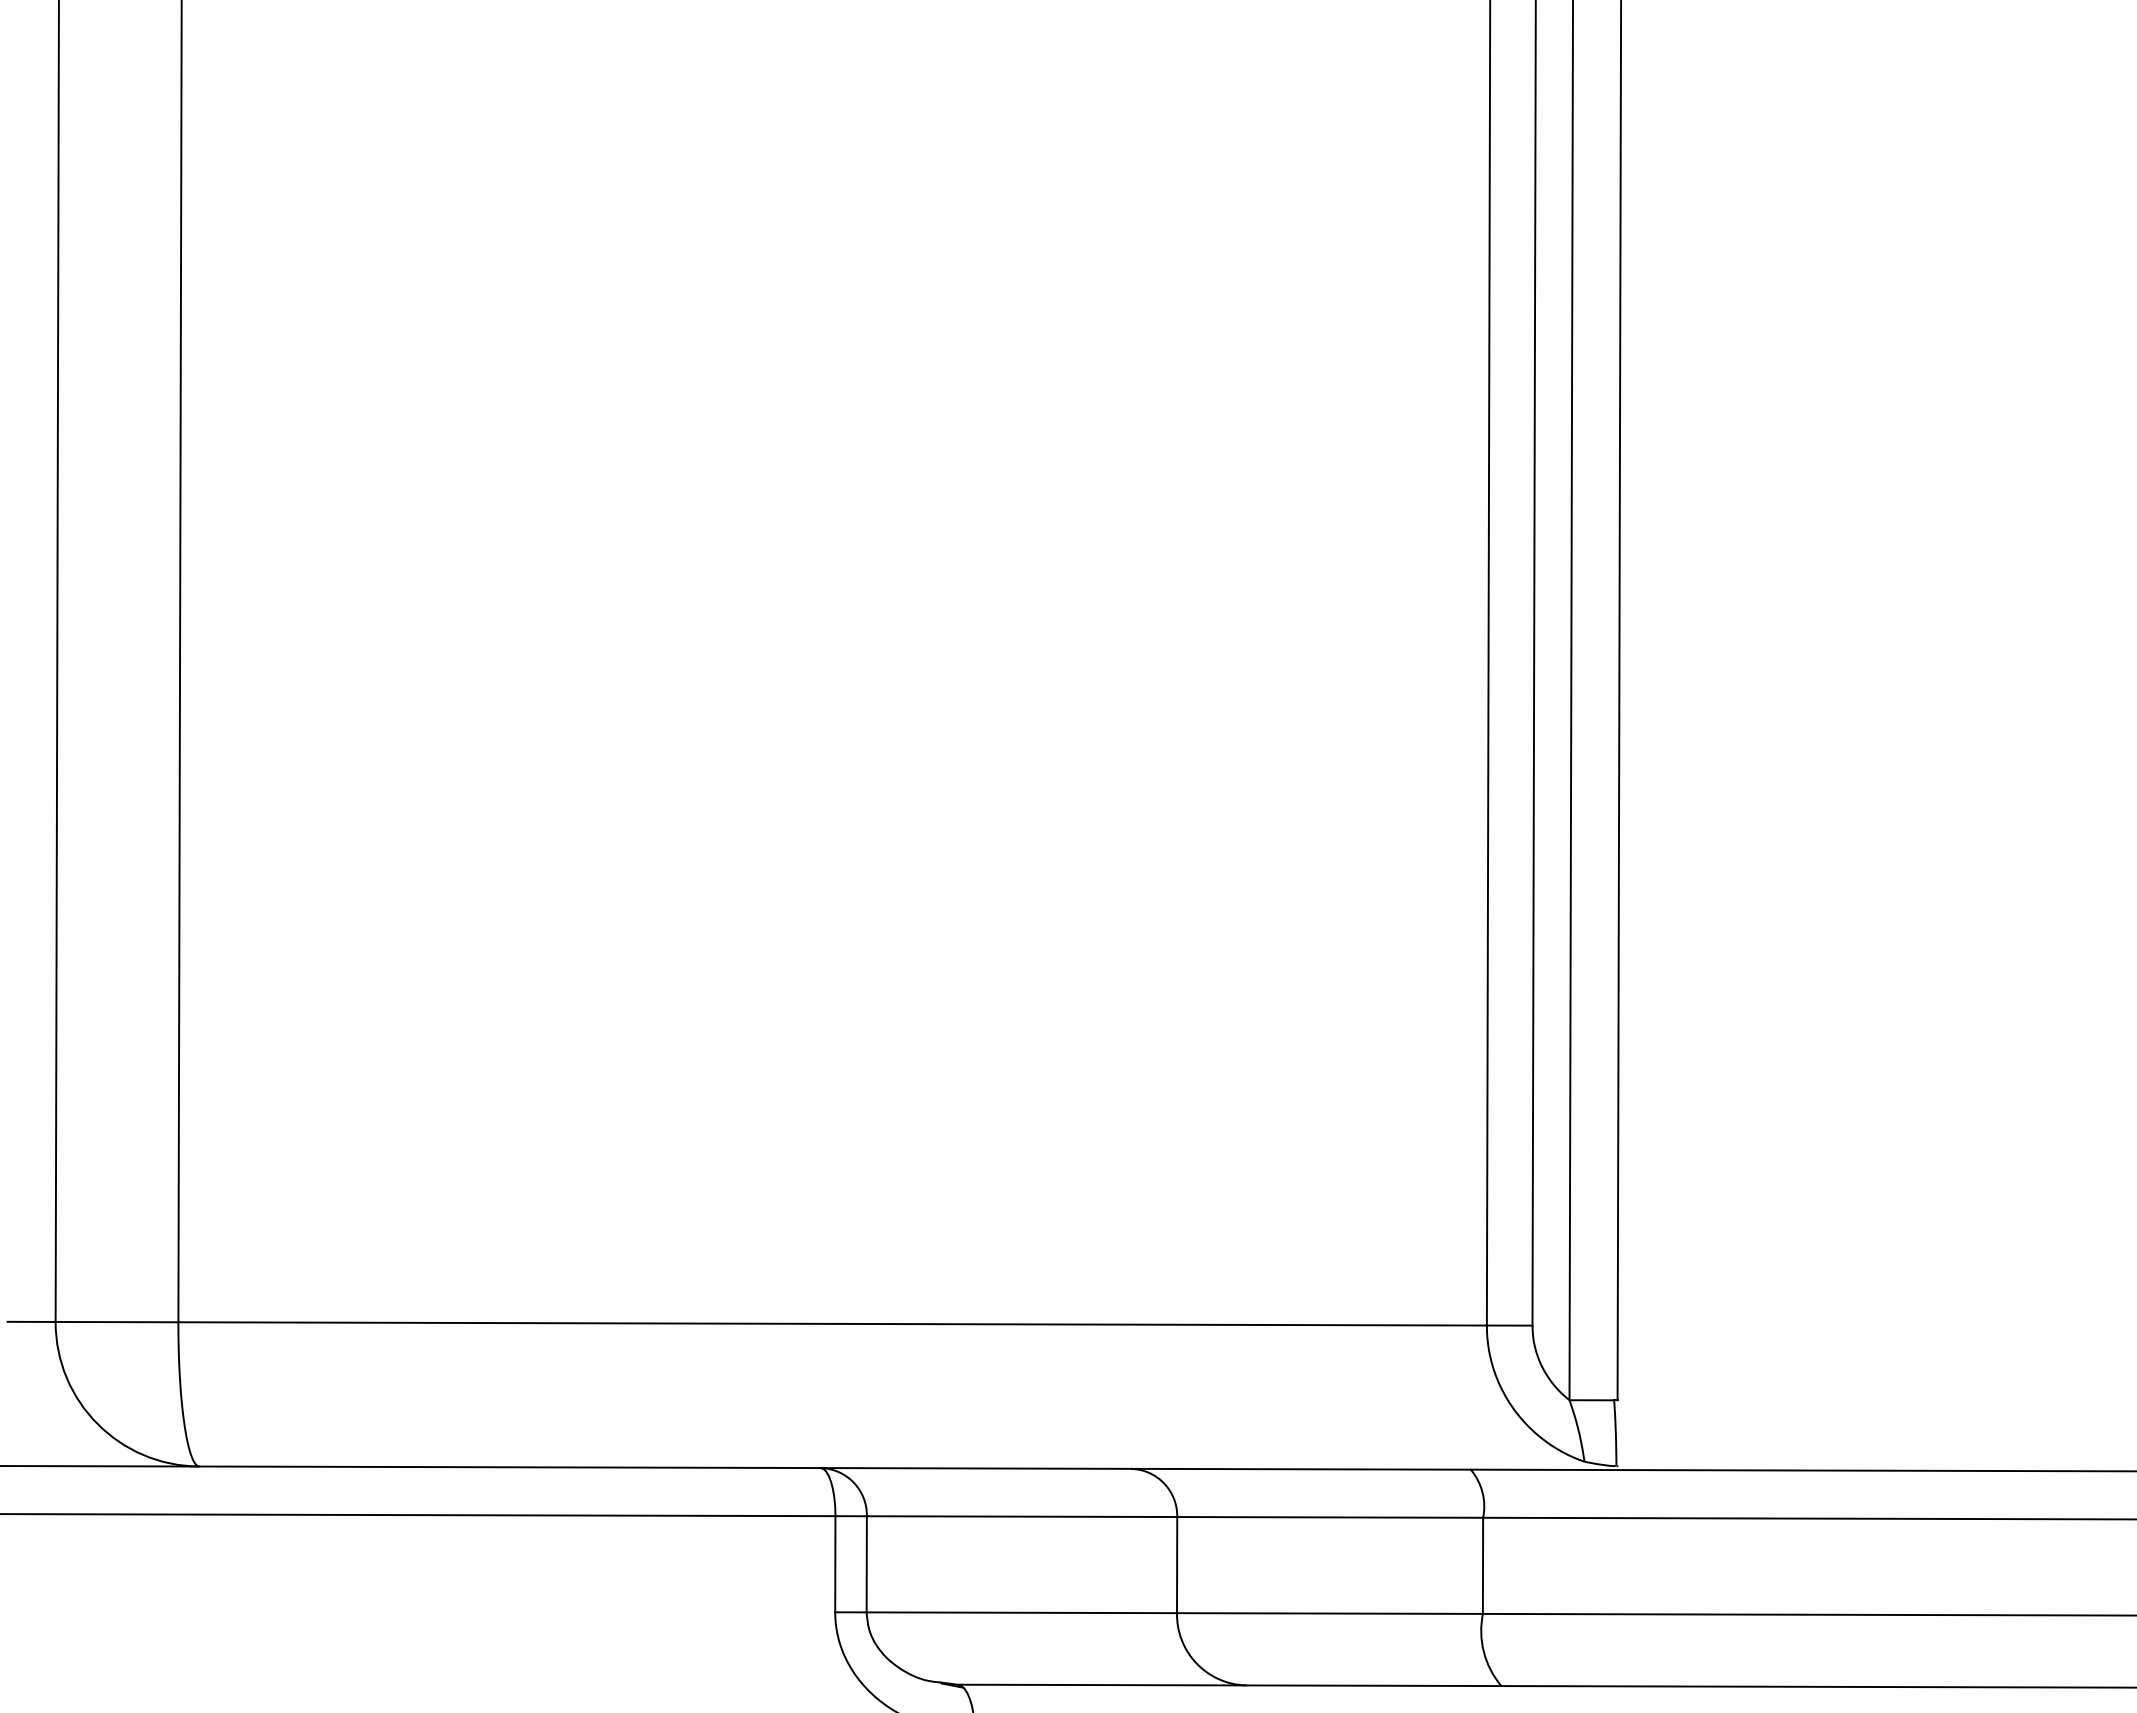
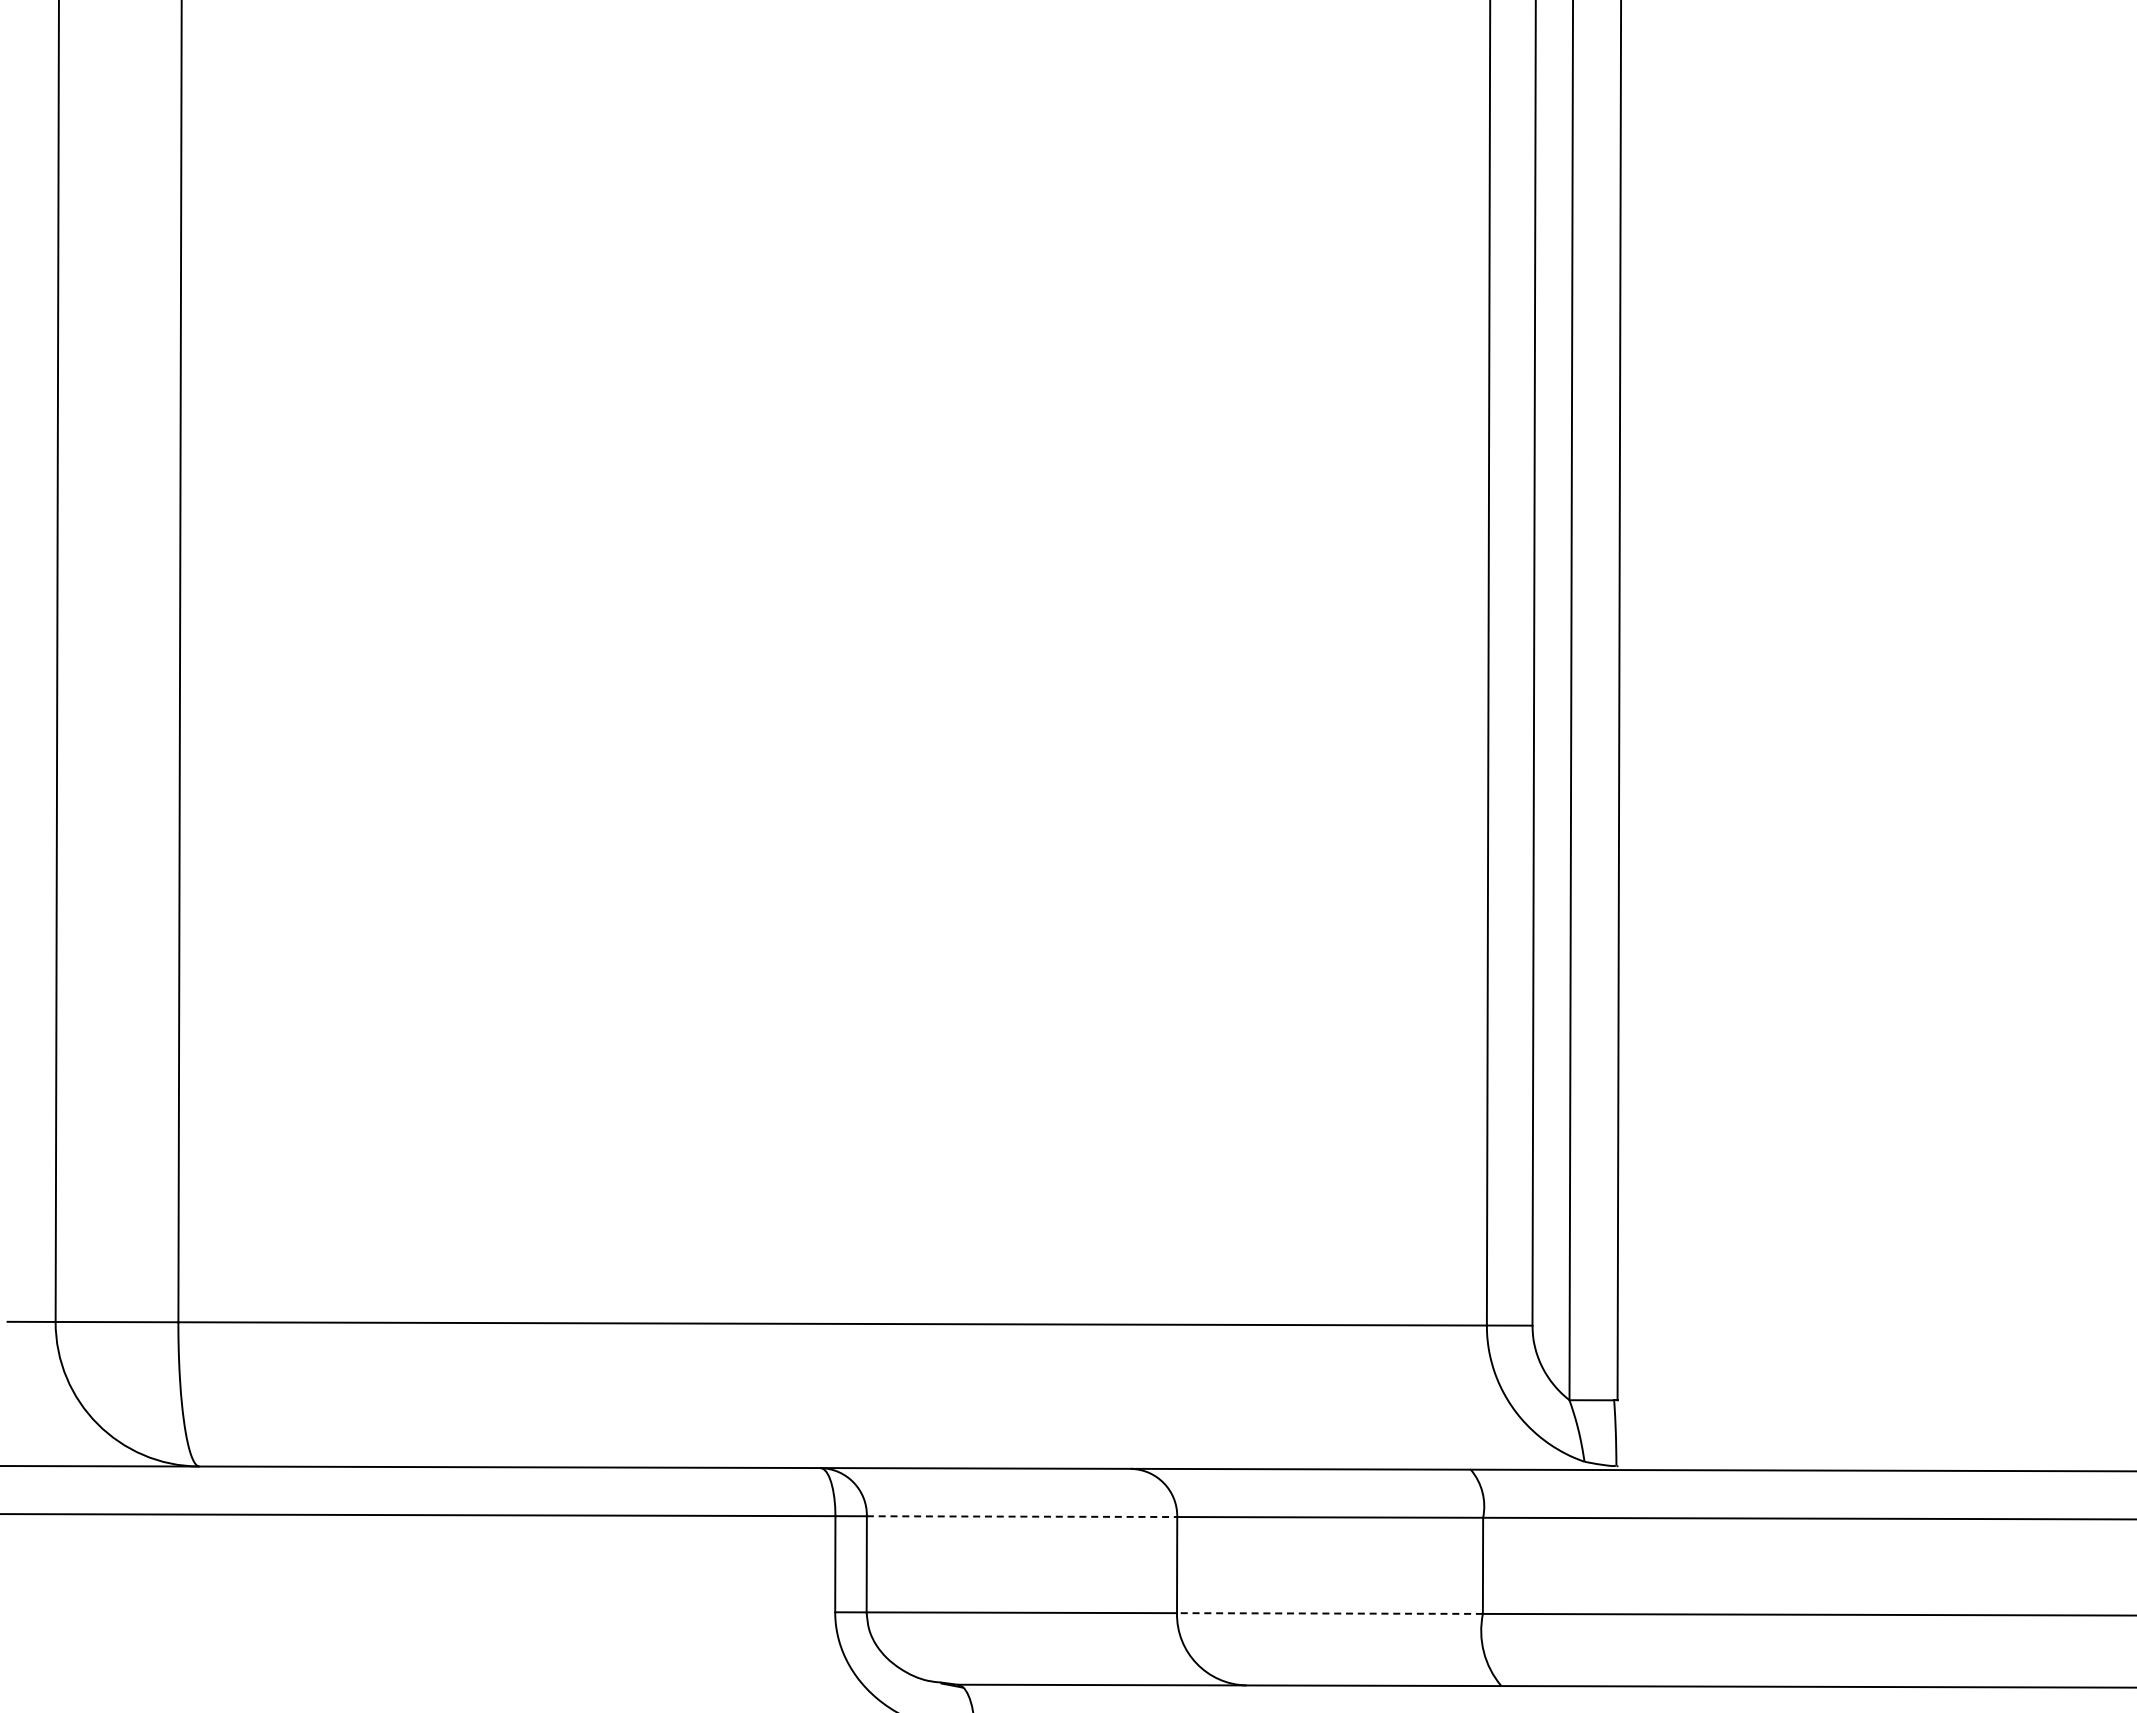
line at (1022, 1516): solid -> dashed
line at (1329, 1613): solid -> dashed
